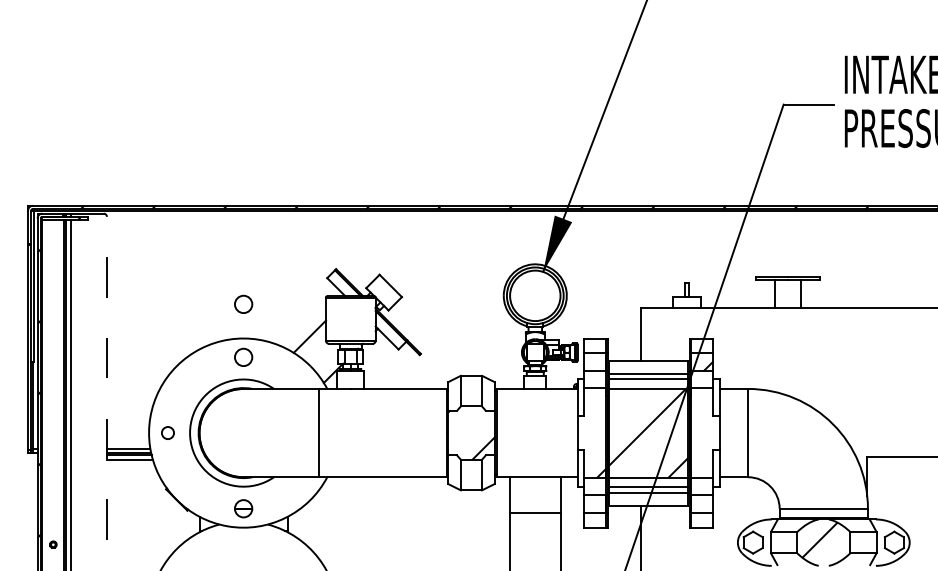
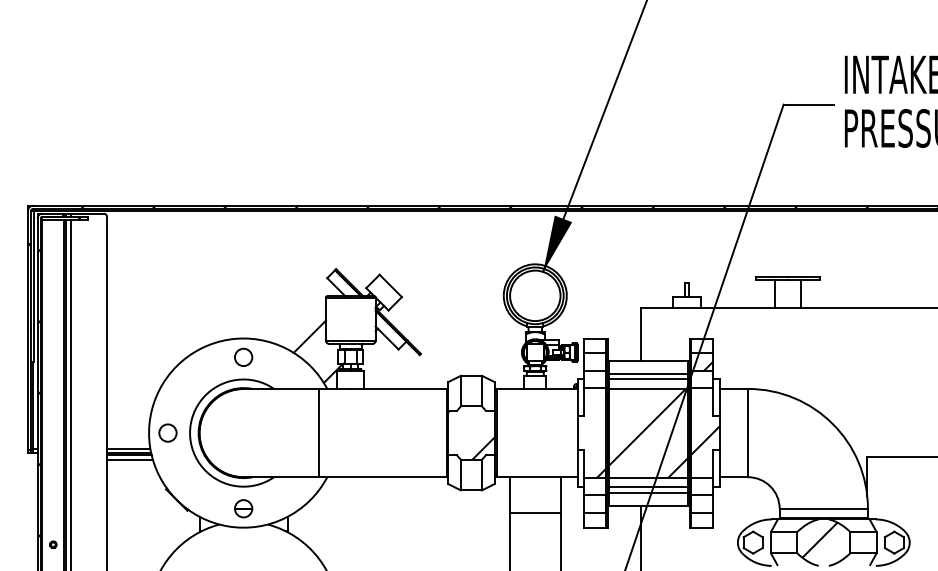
circle at (243, 303): present -> none
line at (106, 393): dashed -> solid
circle at (167, 432) size: 14x14 px -> 20x20 px
hatch at (704, 441): none -> present
